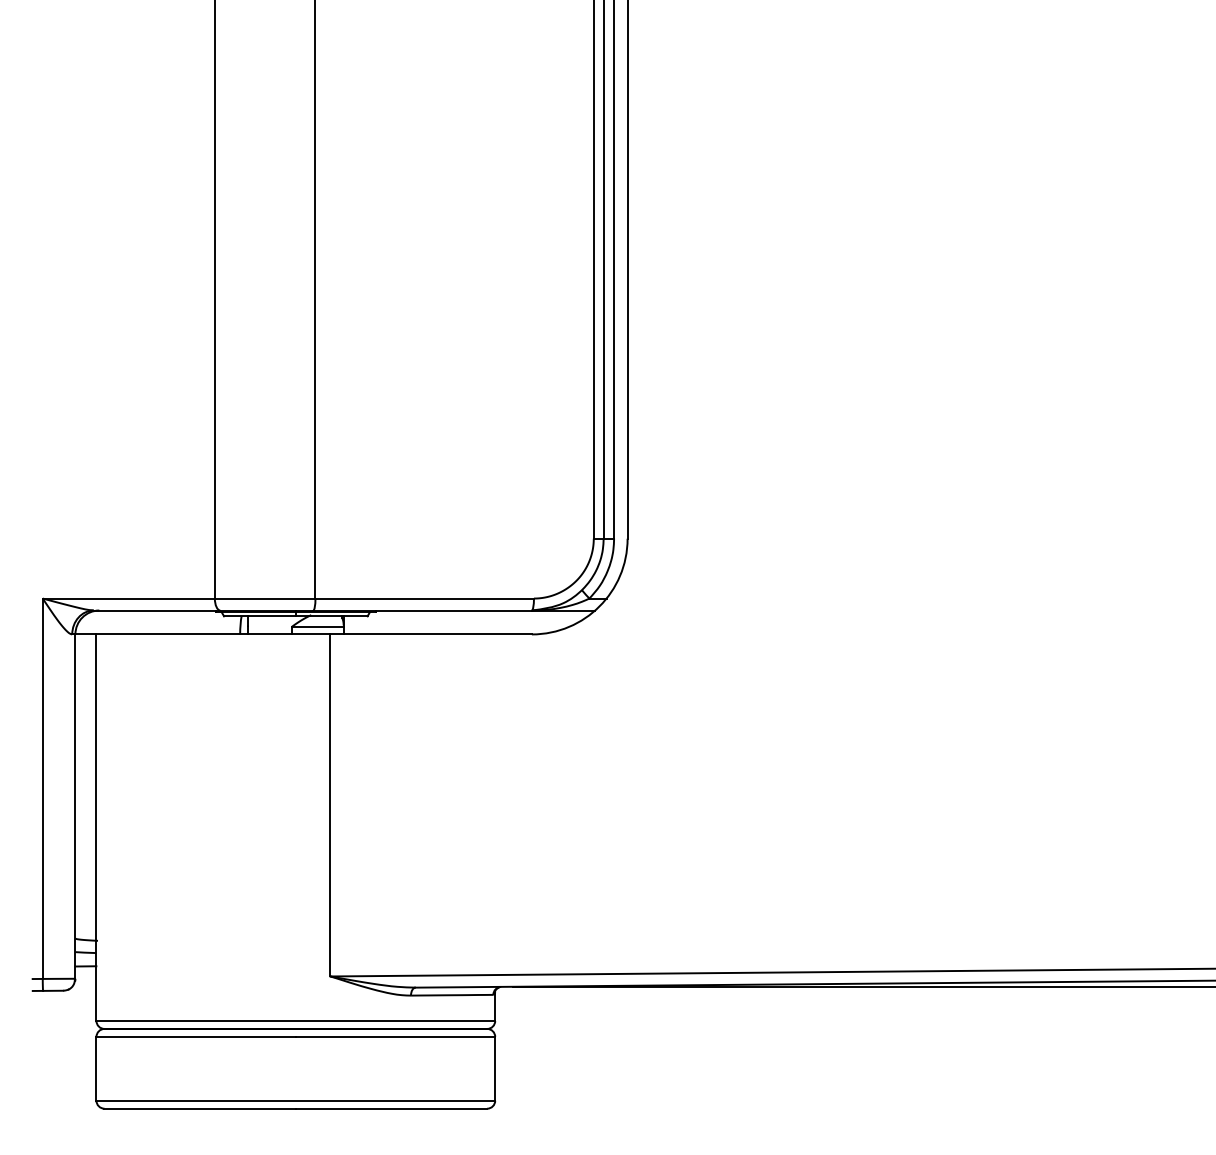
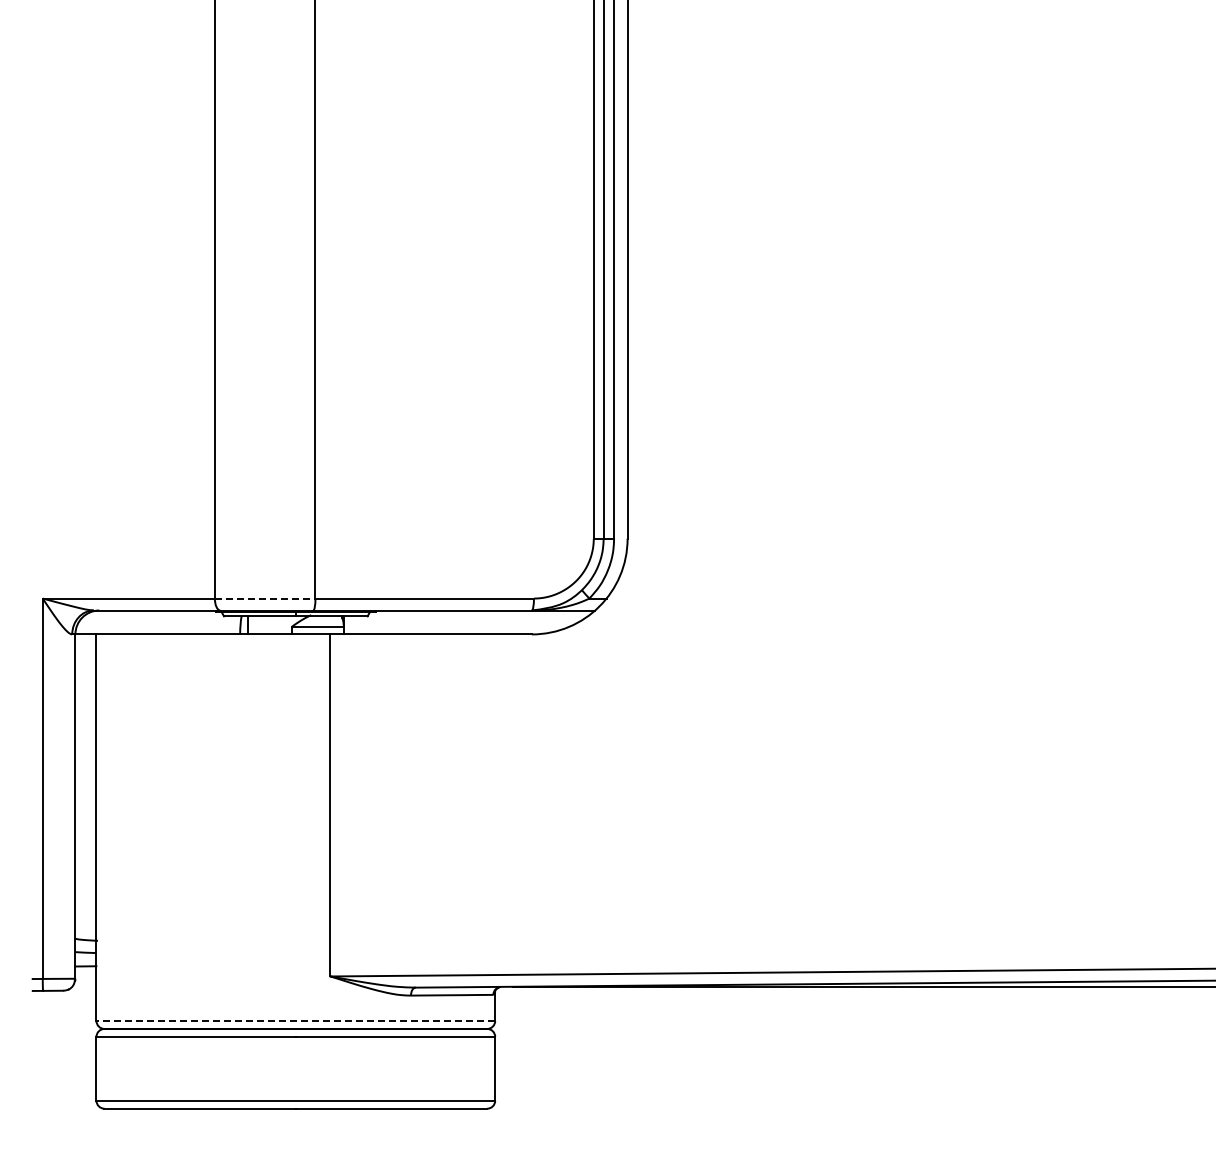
line at (265, 598): solid -> dashed
line at (295, 1020): solid -> dashed
